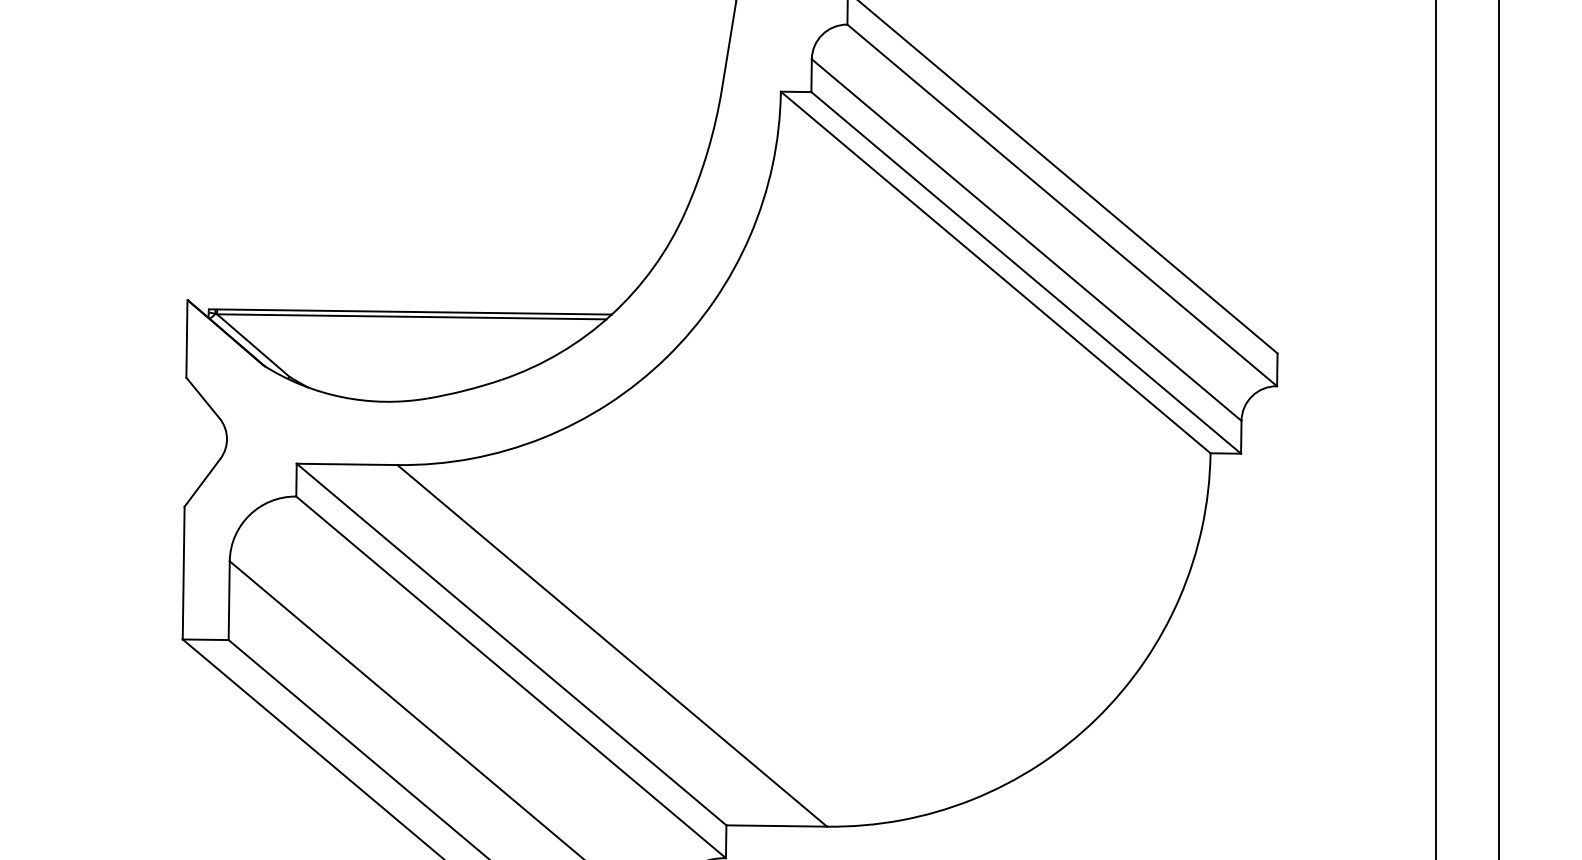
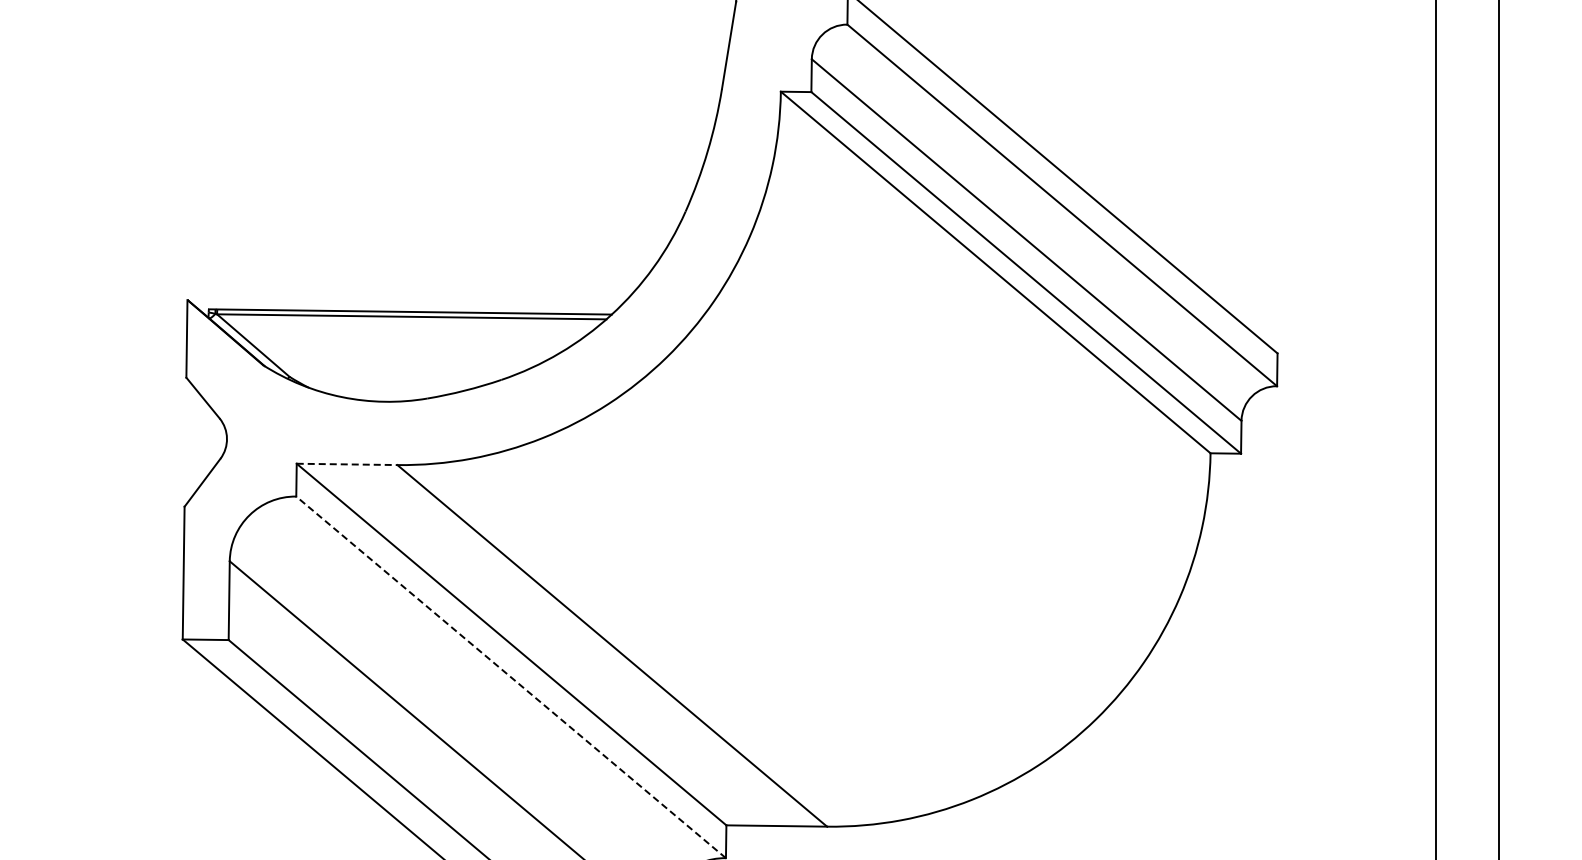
line at (347, 464): solid -> dashed
line at (511, 677): solid -> dashed
